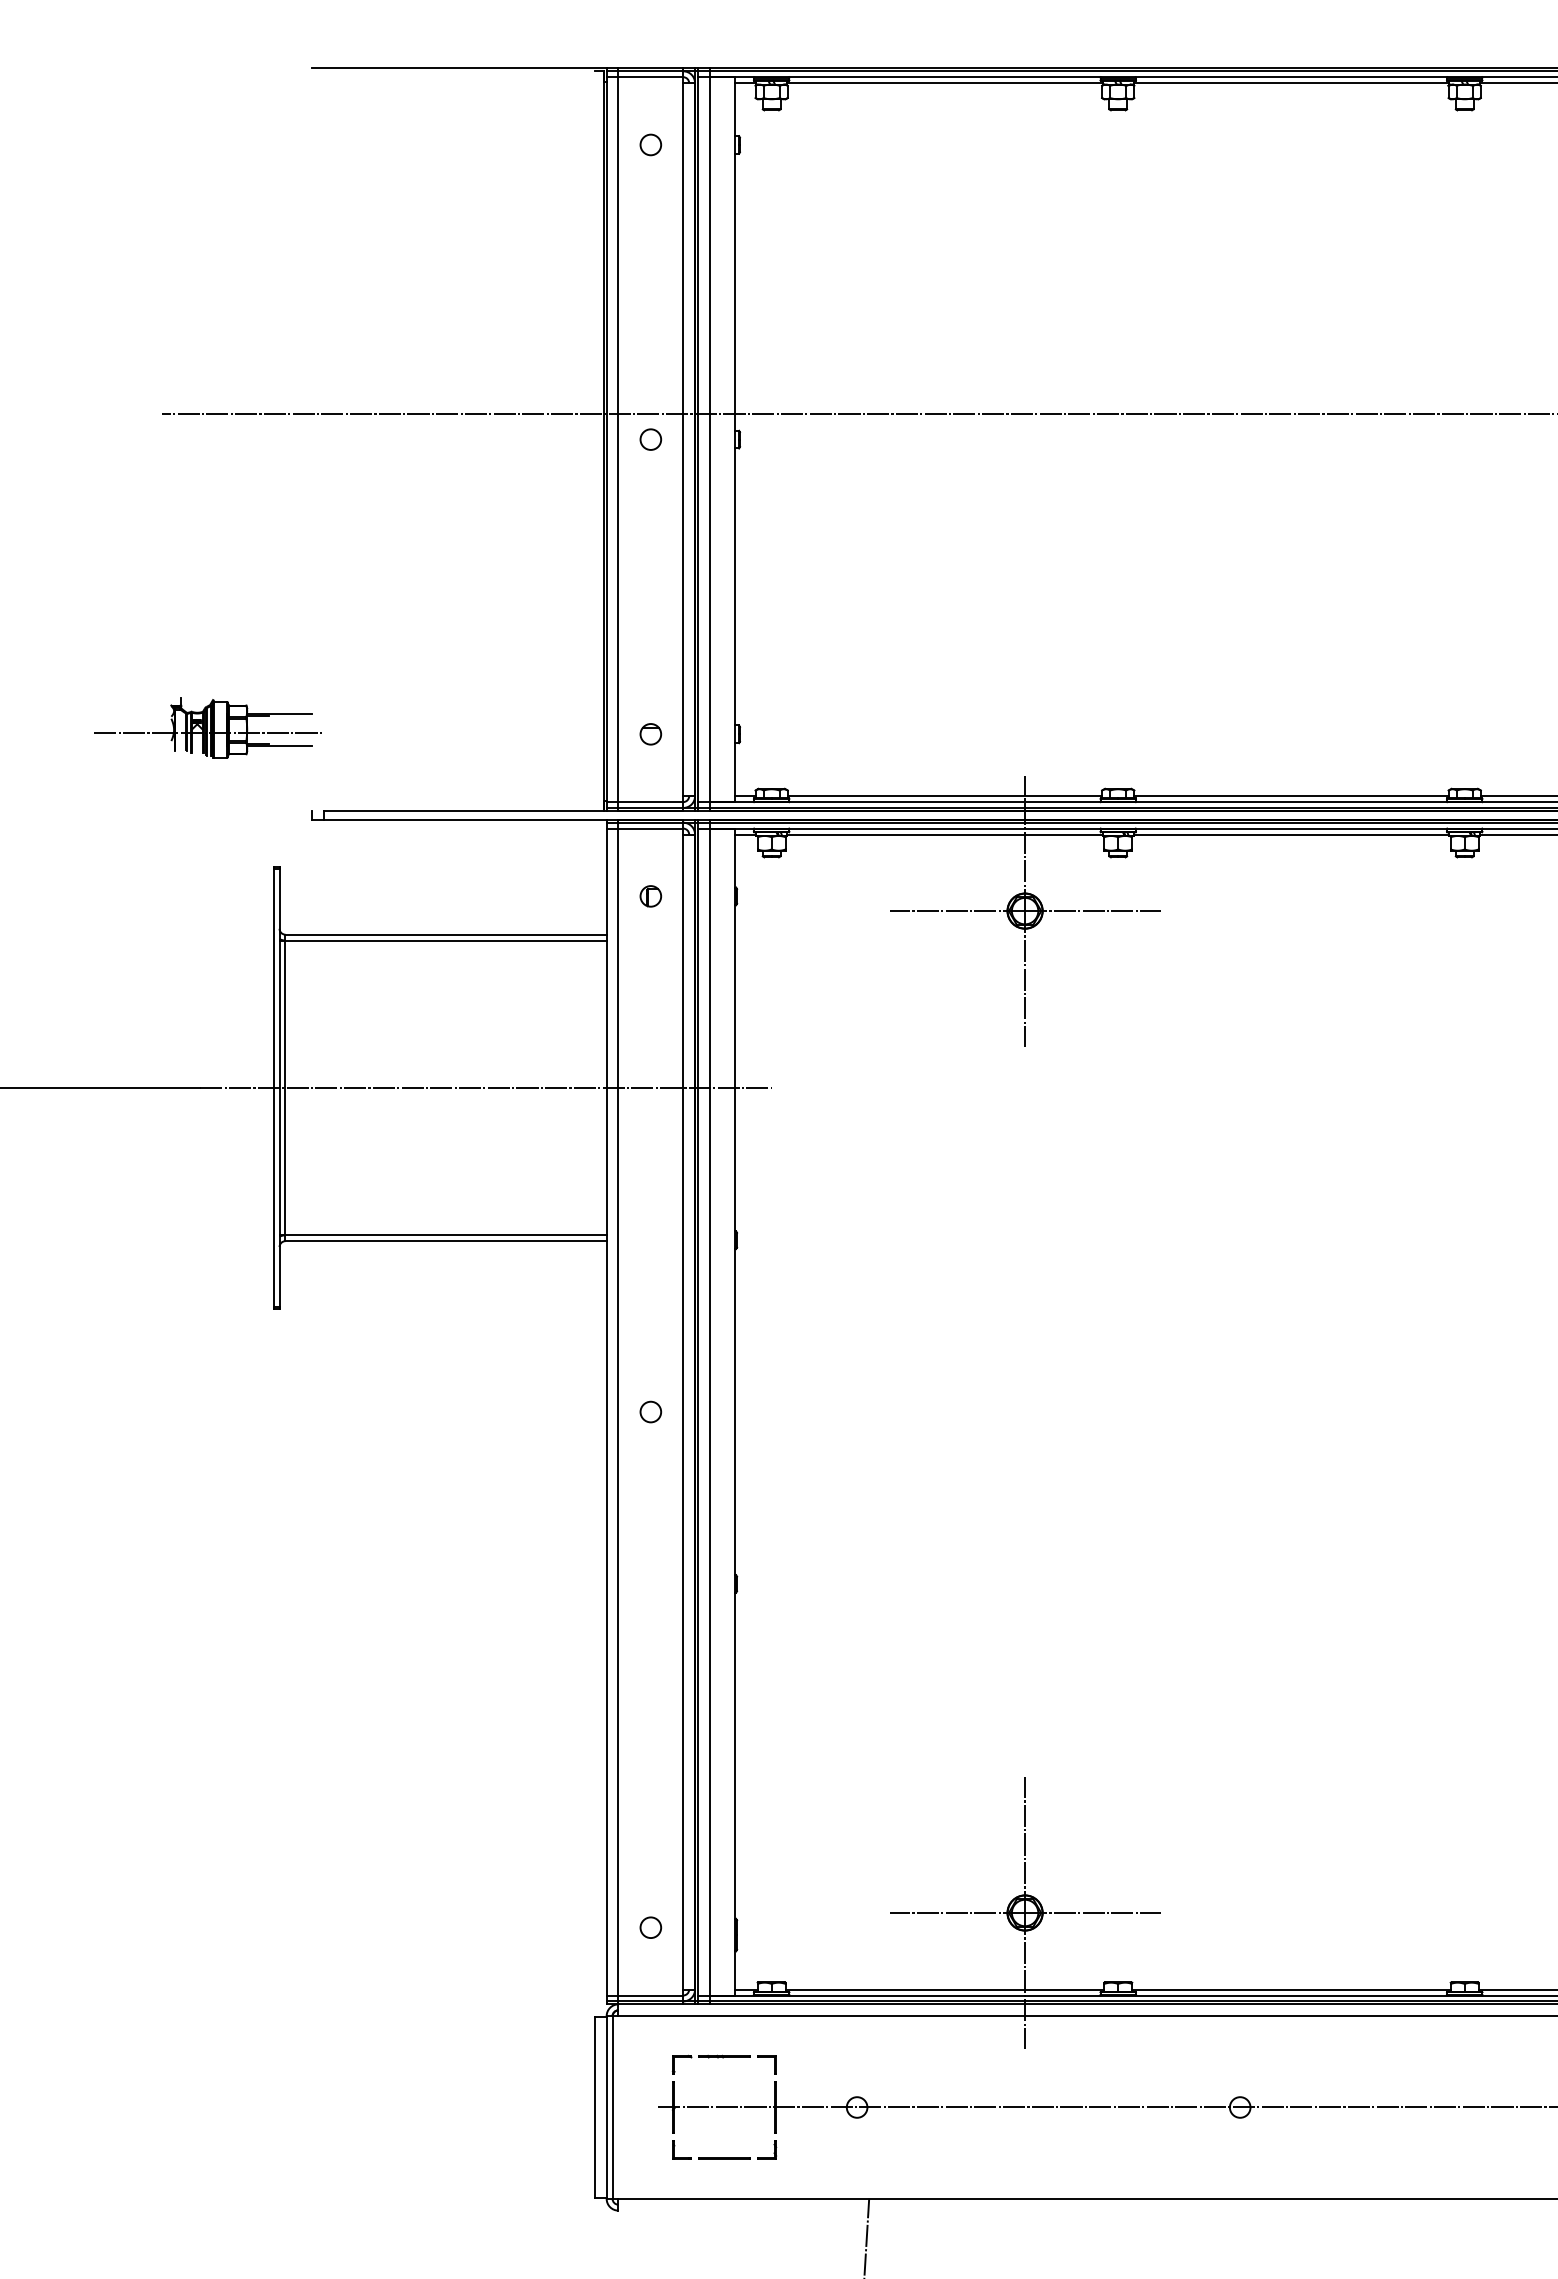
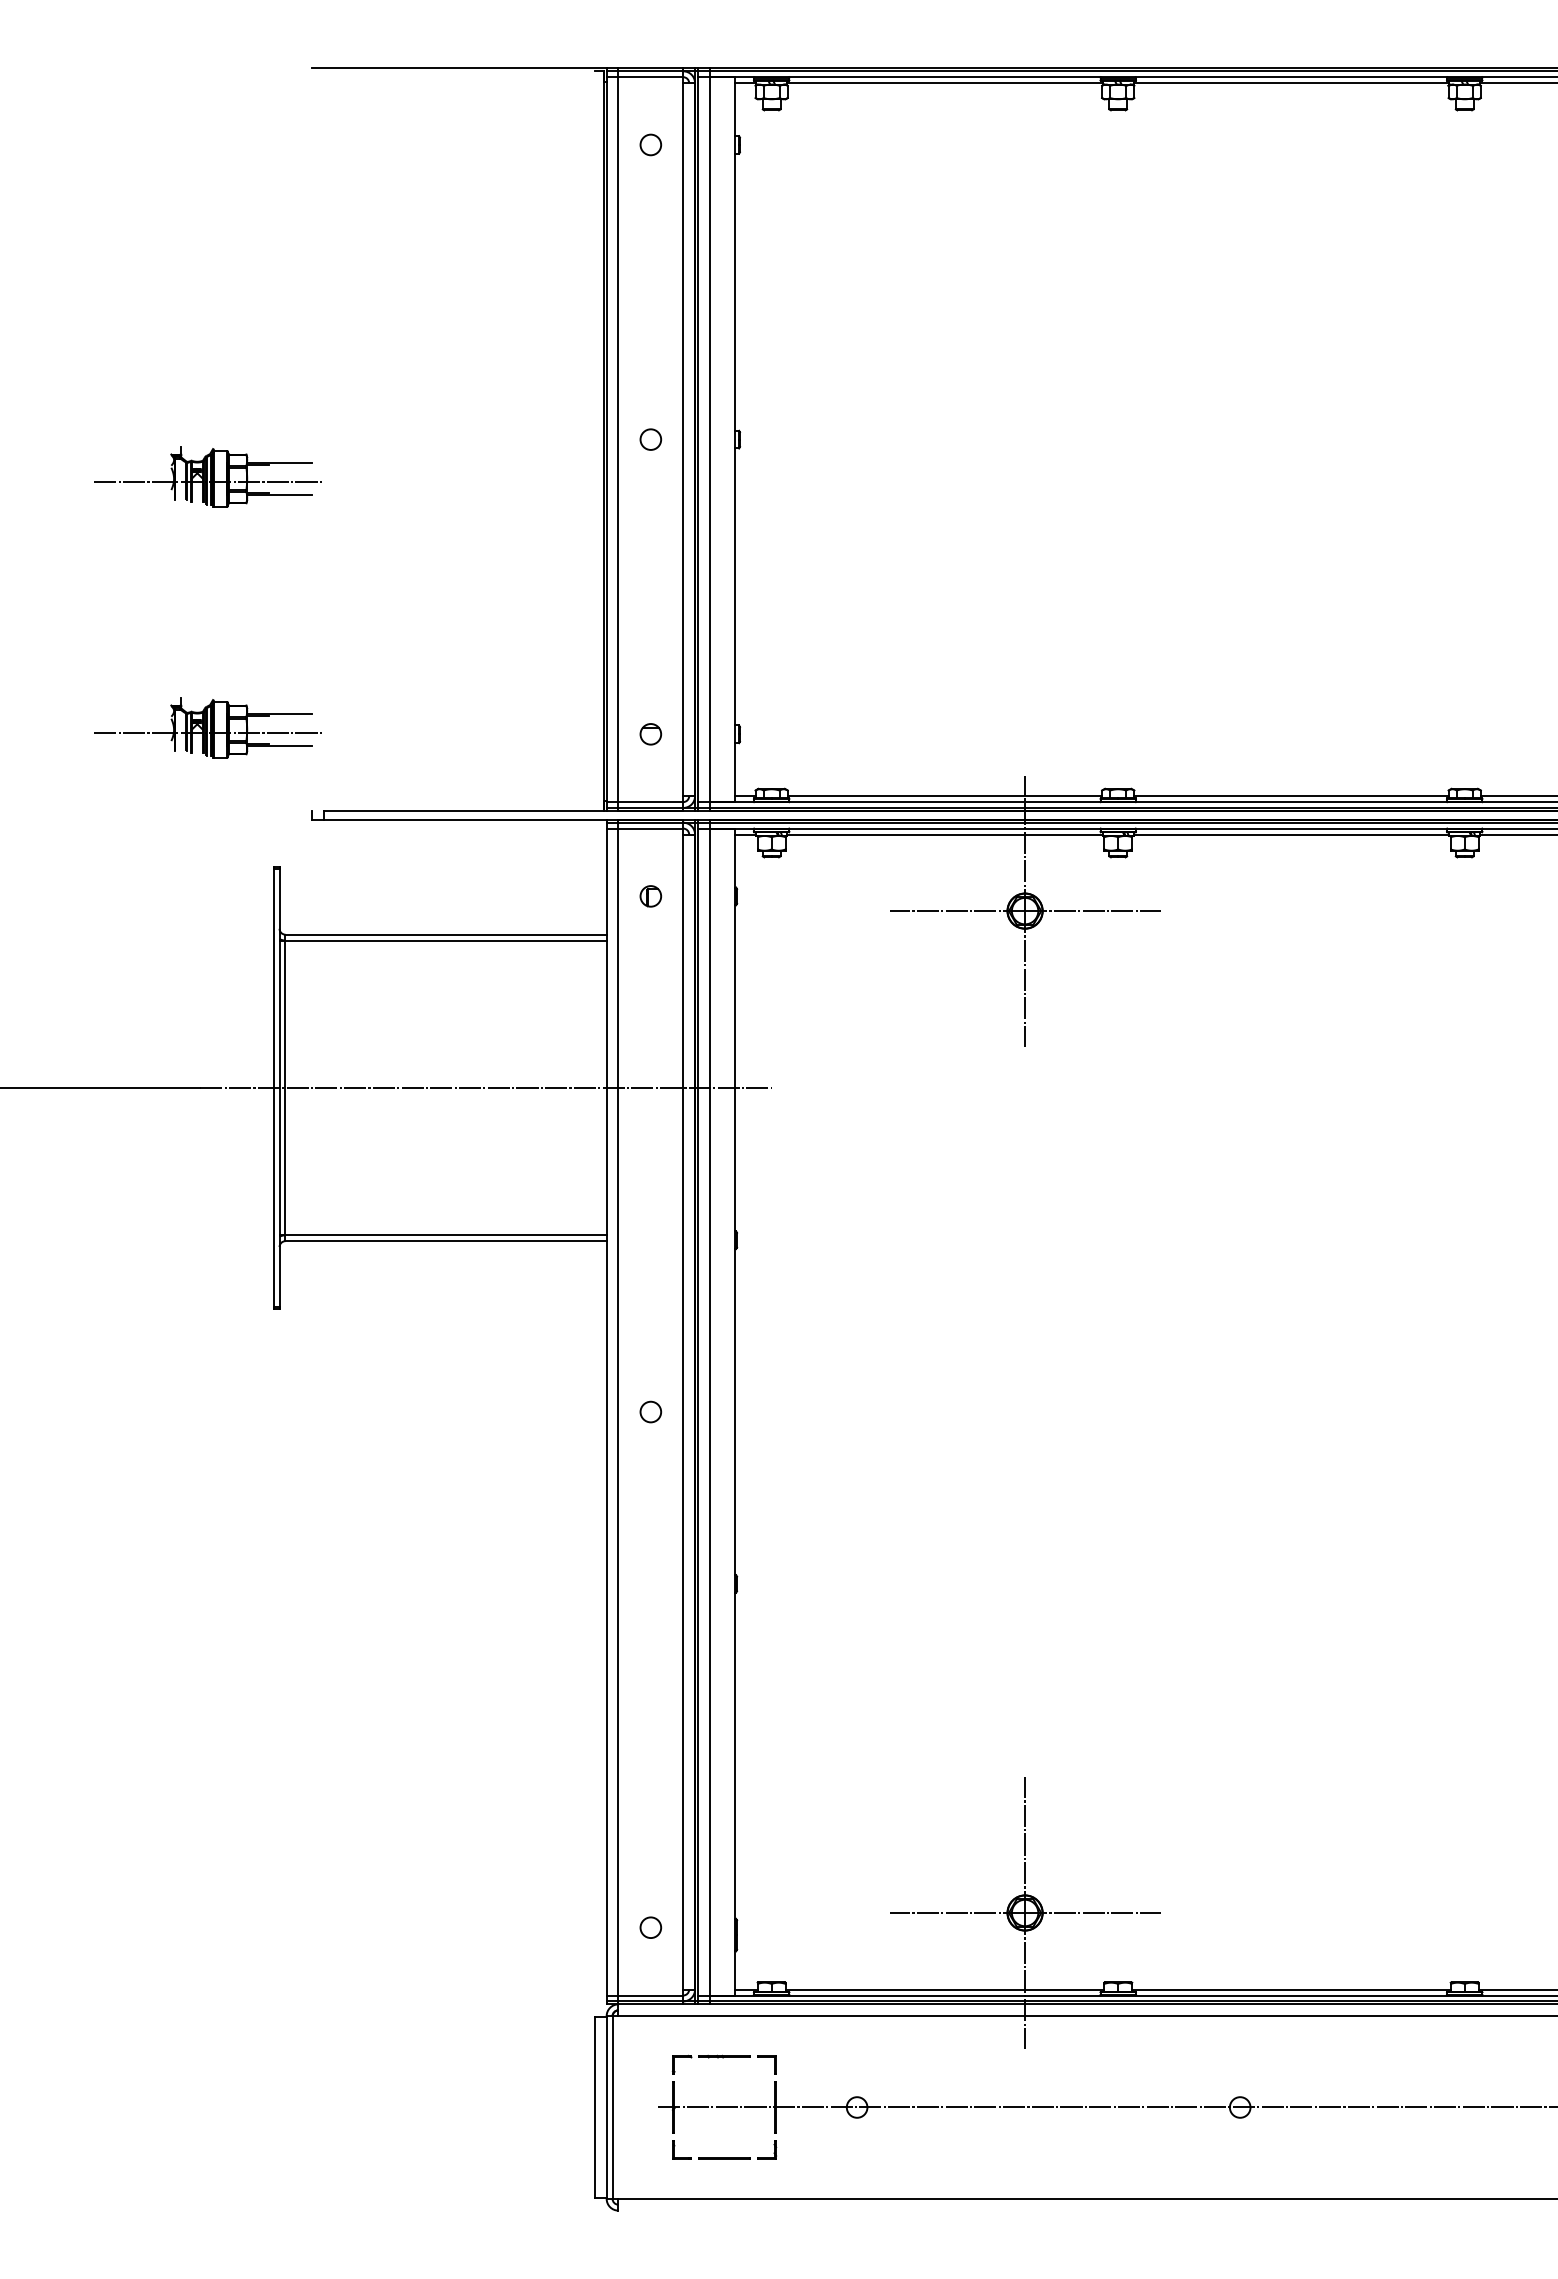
line at (857, 413): present -> none
part at (207, 476): none -> present
line at (866, 2236): present -> none
